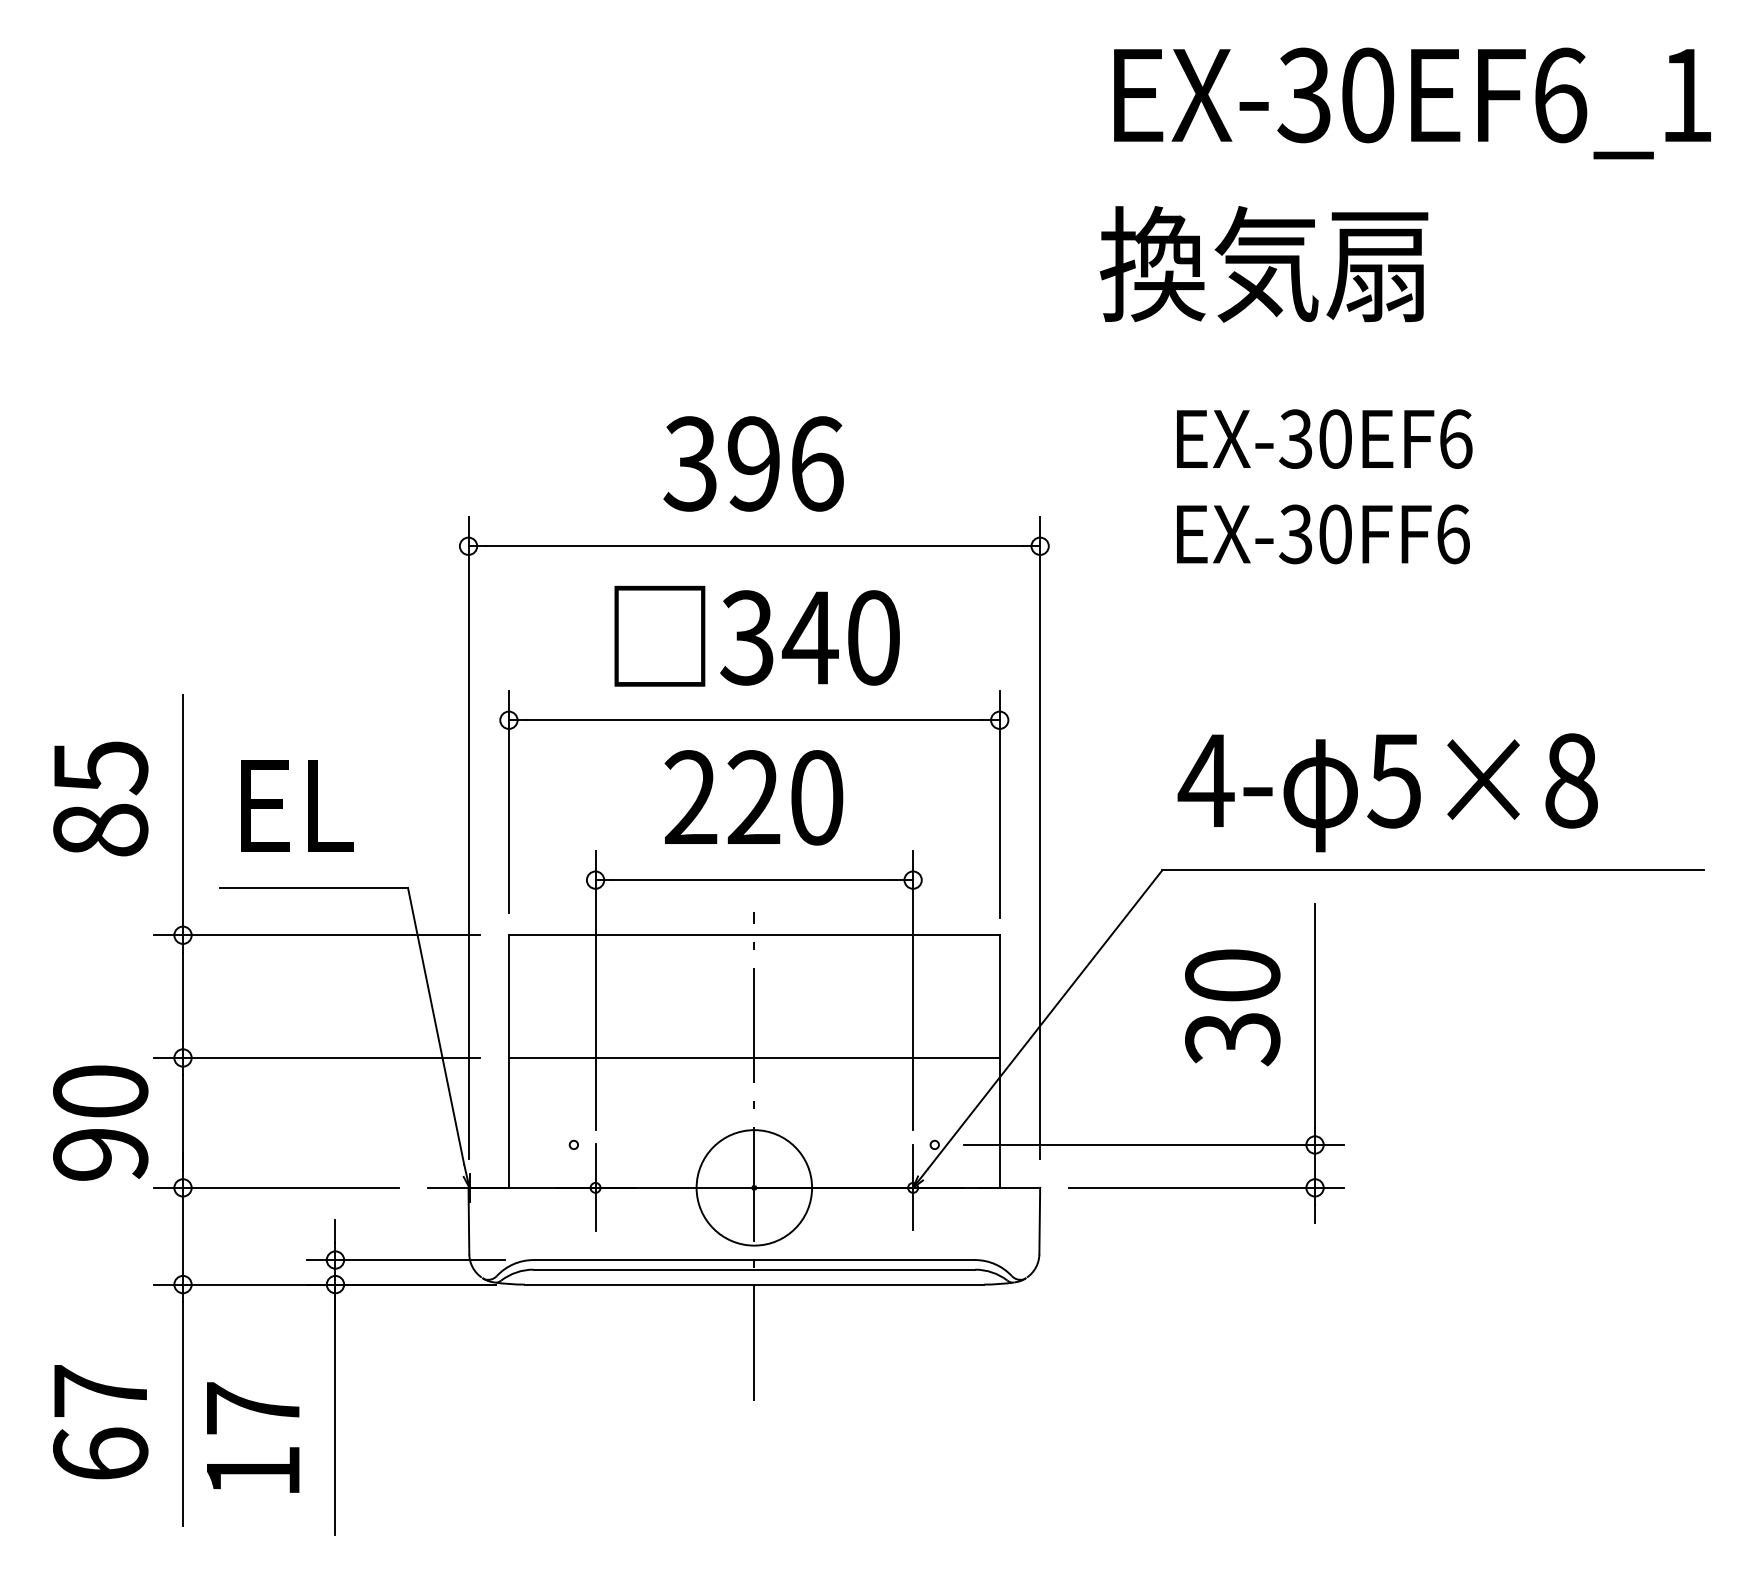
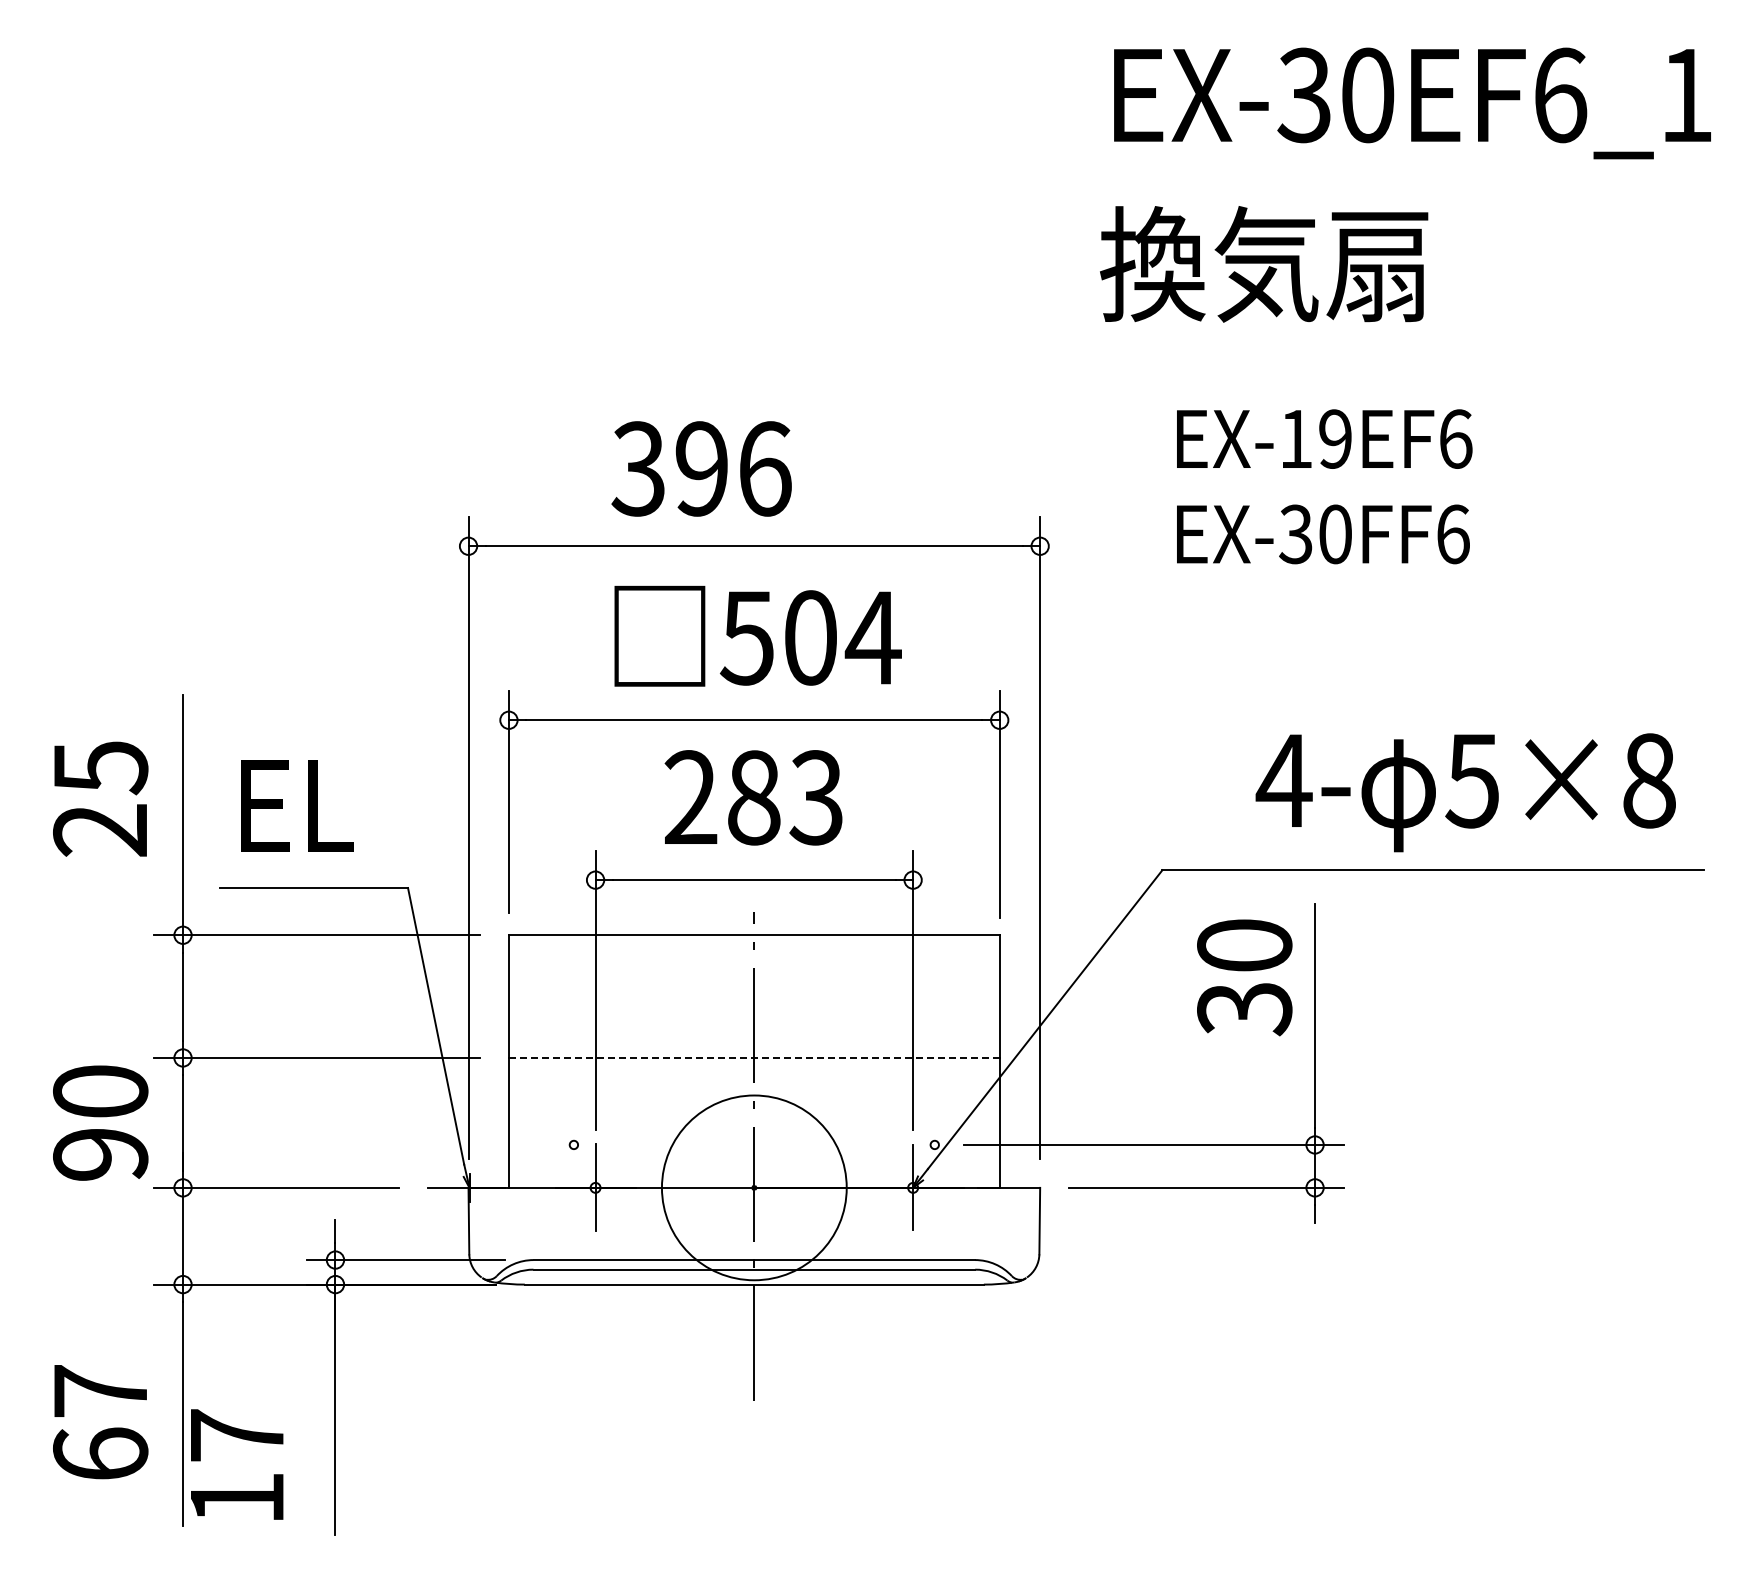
text at (1315, 438): EX-30EF6 -> EX-19EF6
text at (753, 463) position: (753, 463) -> (701, 468)
text at (810, 637): 340 -> 504
text at (1387, 792) position: (1387, 792) -> (1465, 792)
text at (785, 797): 220 -> 283
text at (100, 829): 85 -> 25
text at (1232, 1007) position: (1232, 1007) -> (1244, 977)
line at (754, 1057): solid -> dashed
circle at (754, 1187) diameter: 115 px -> 185 px
text at (253, 1437) position: (253, 1437) -> (237, 1464)
